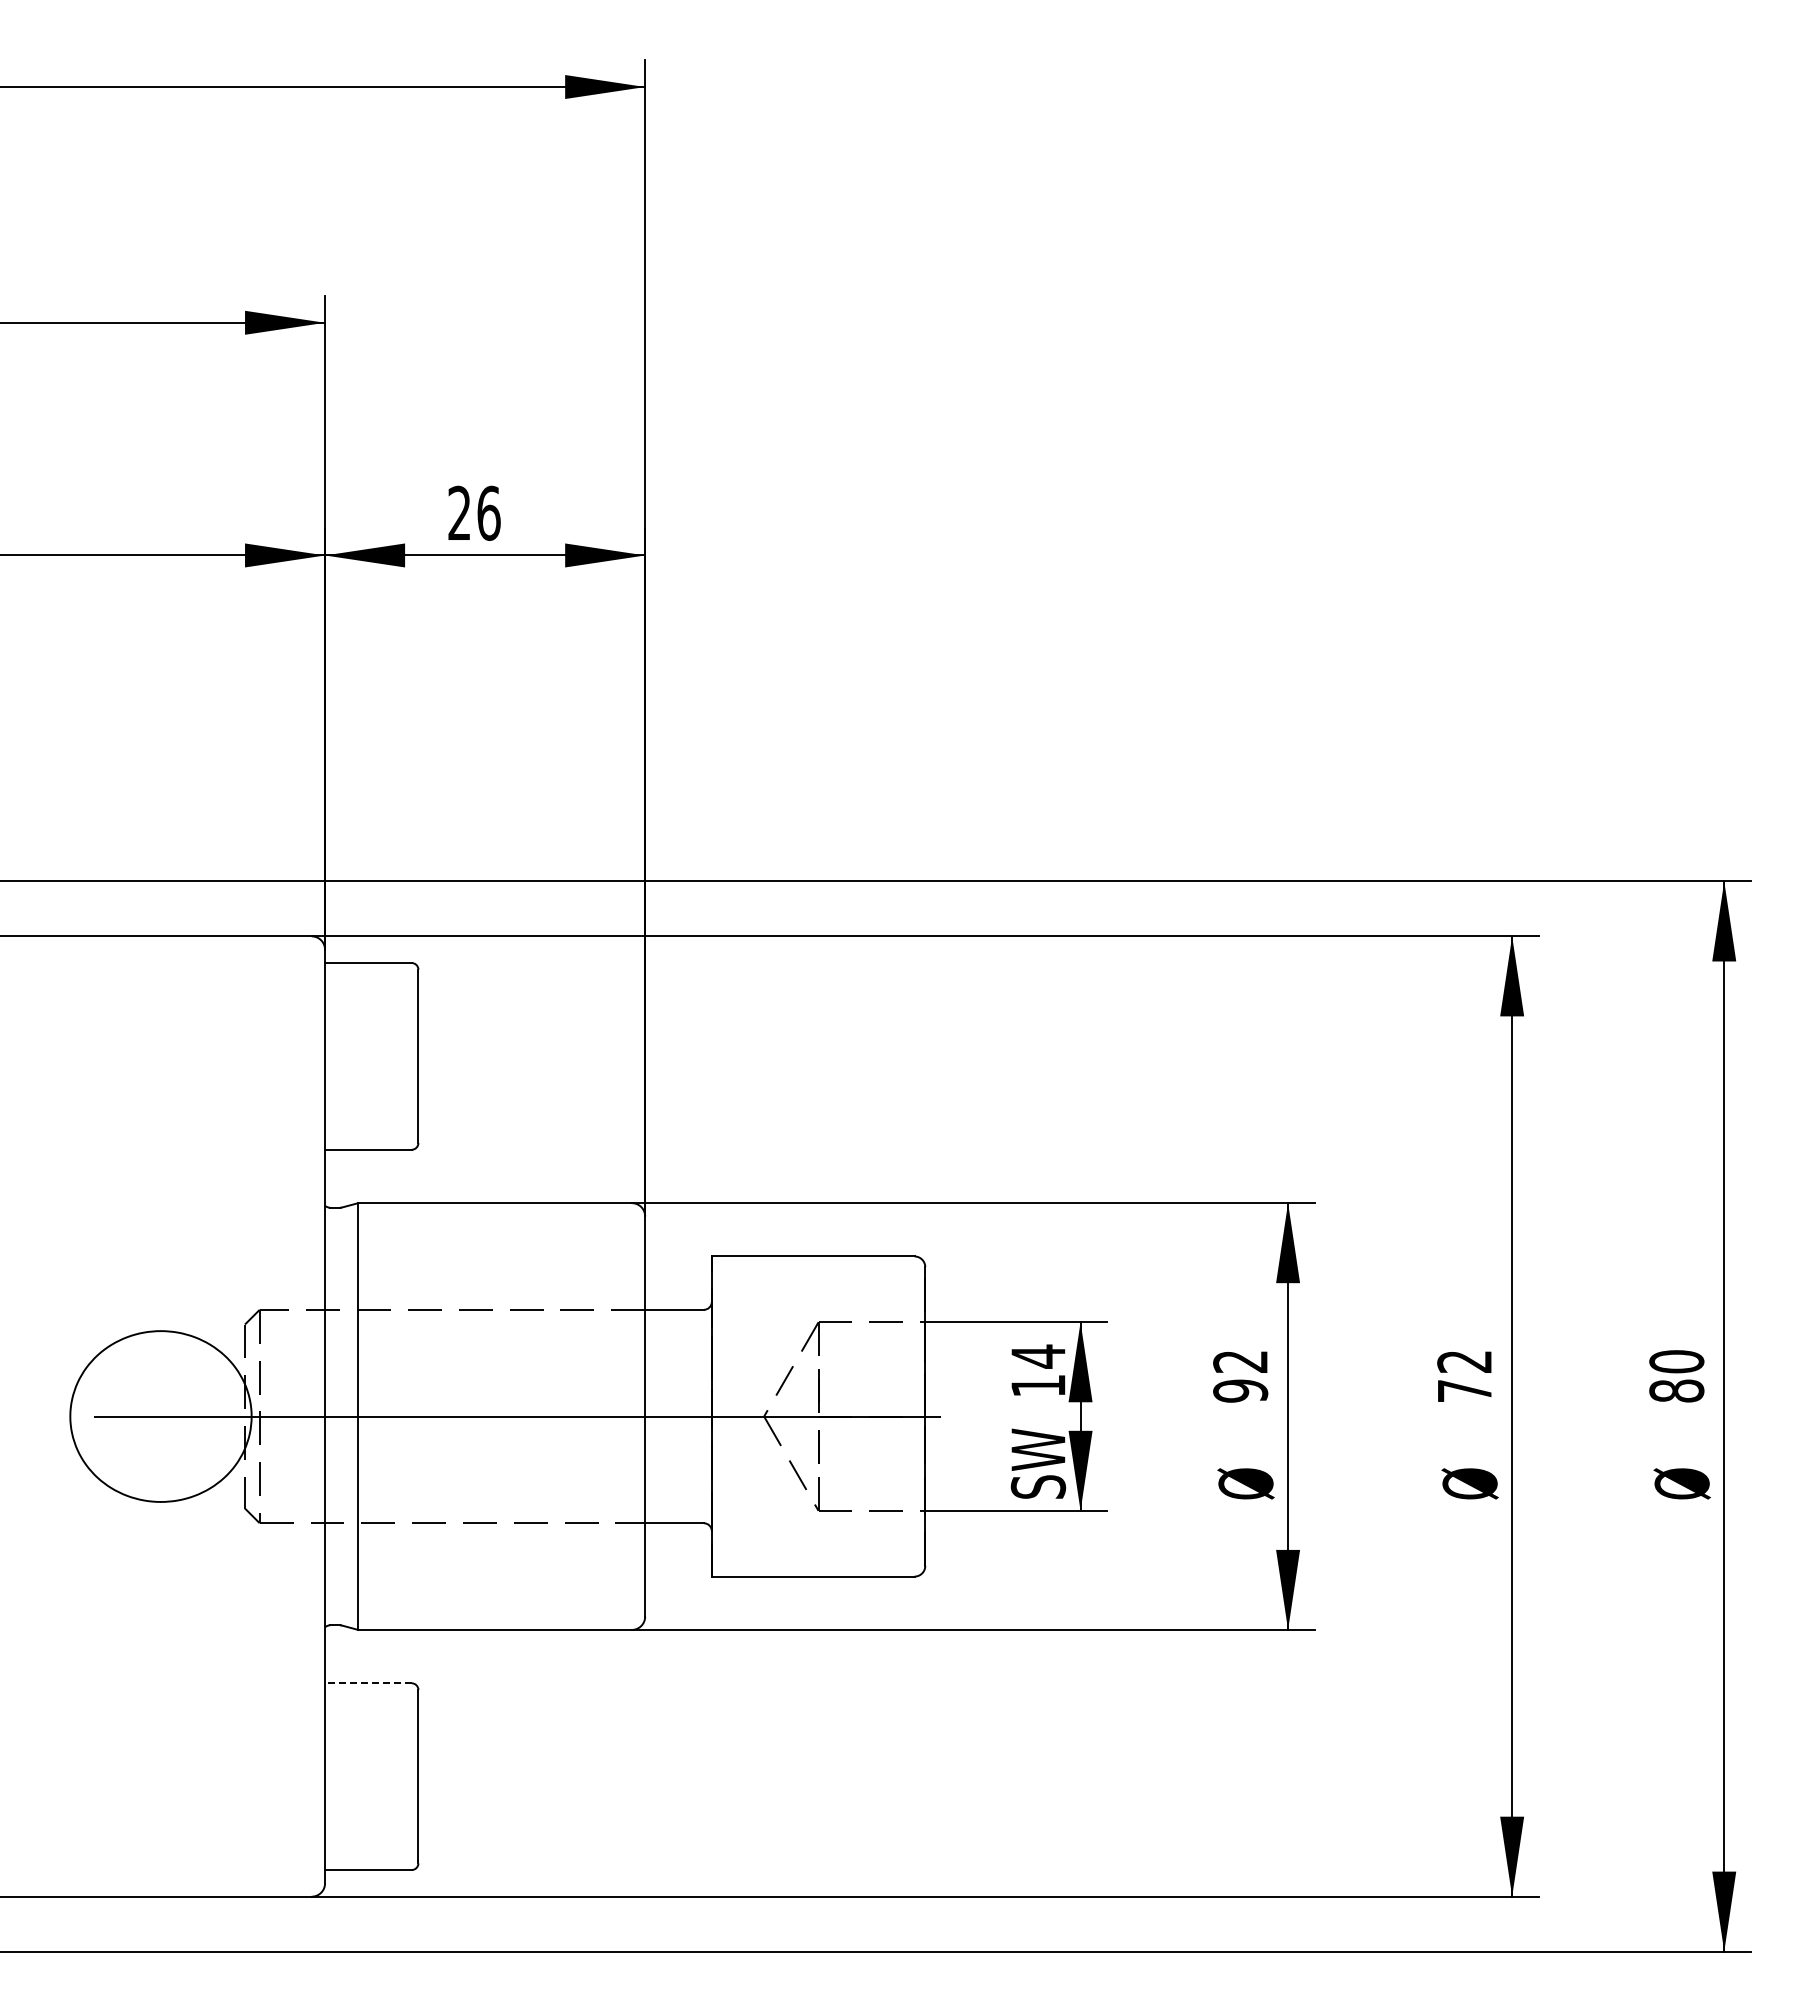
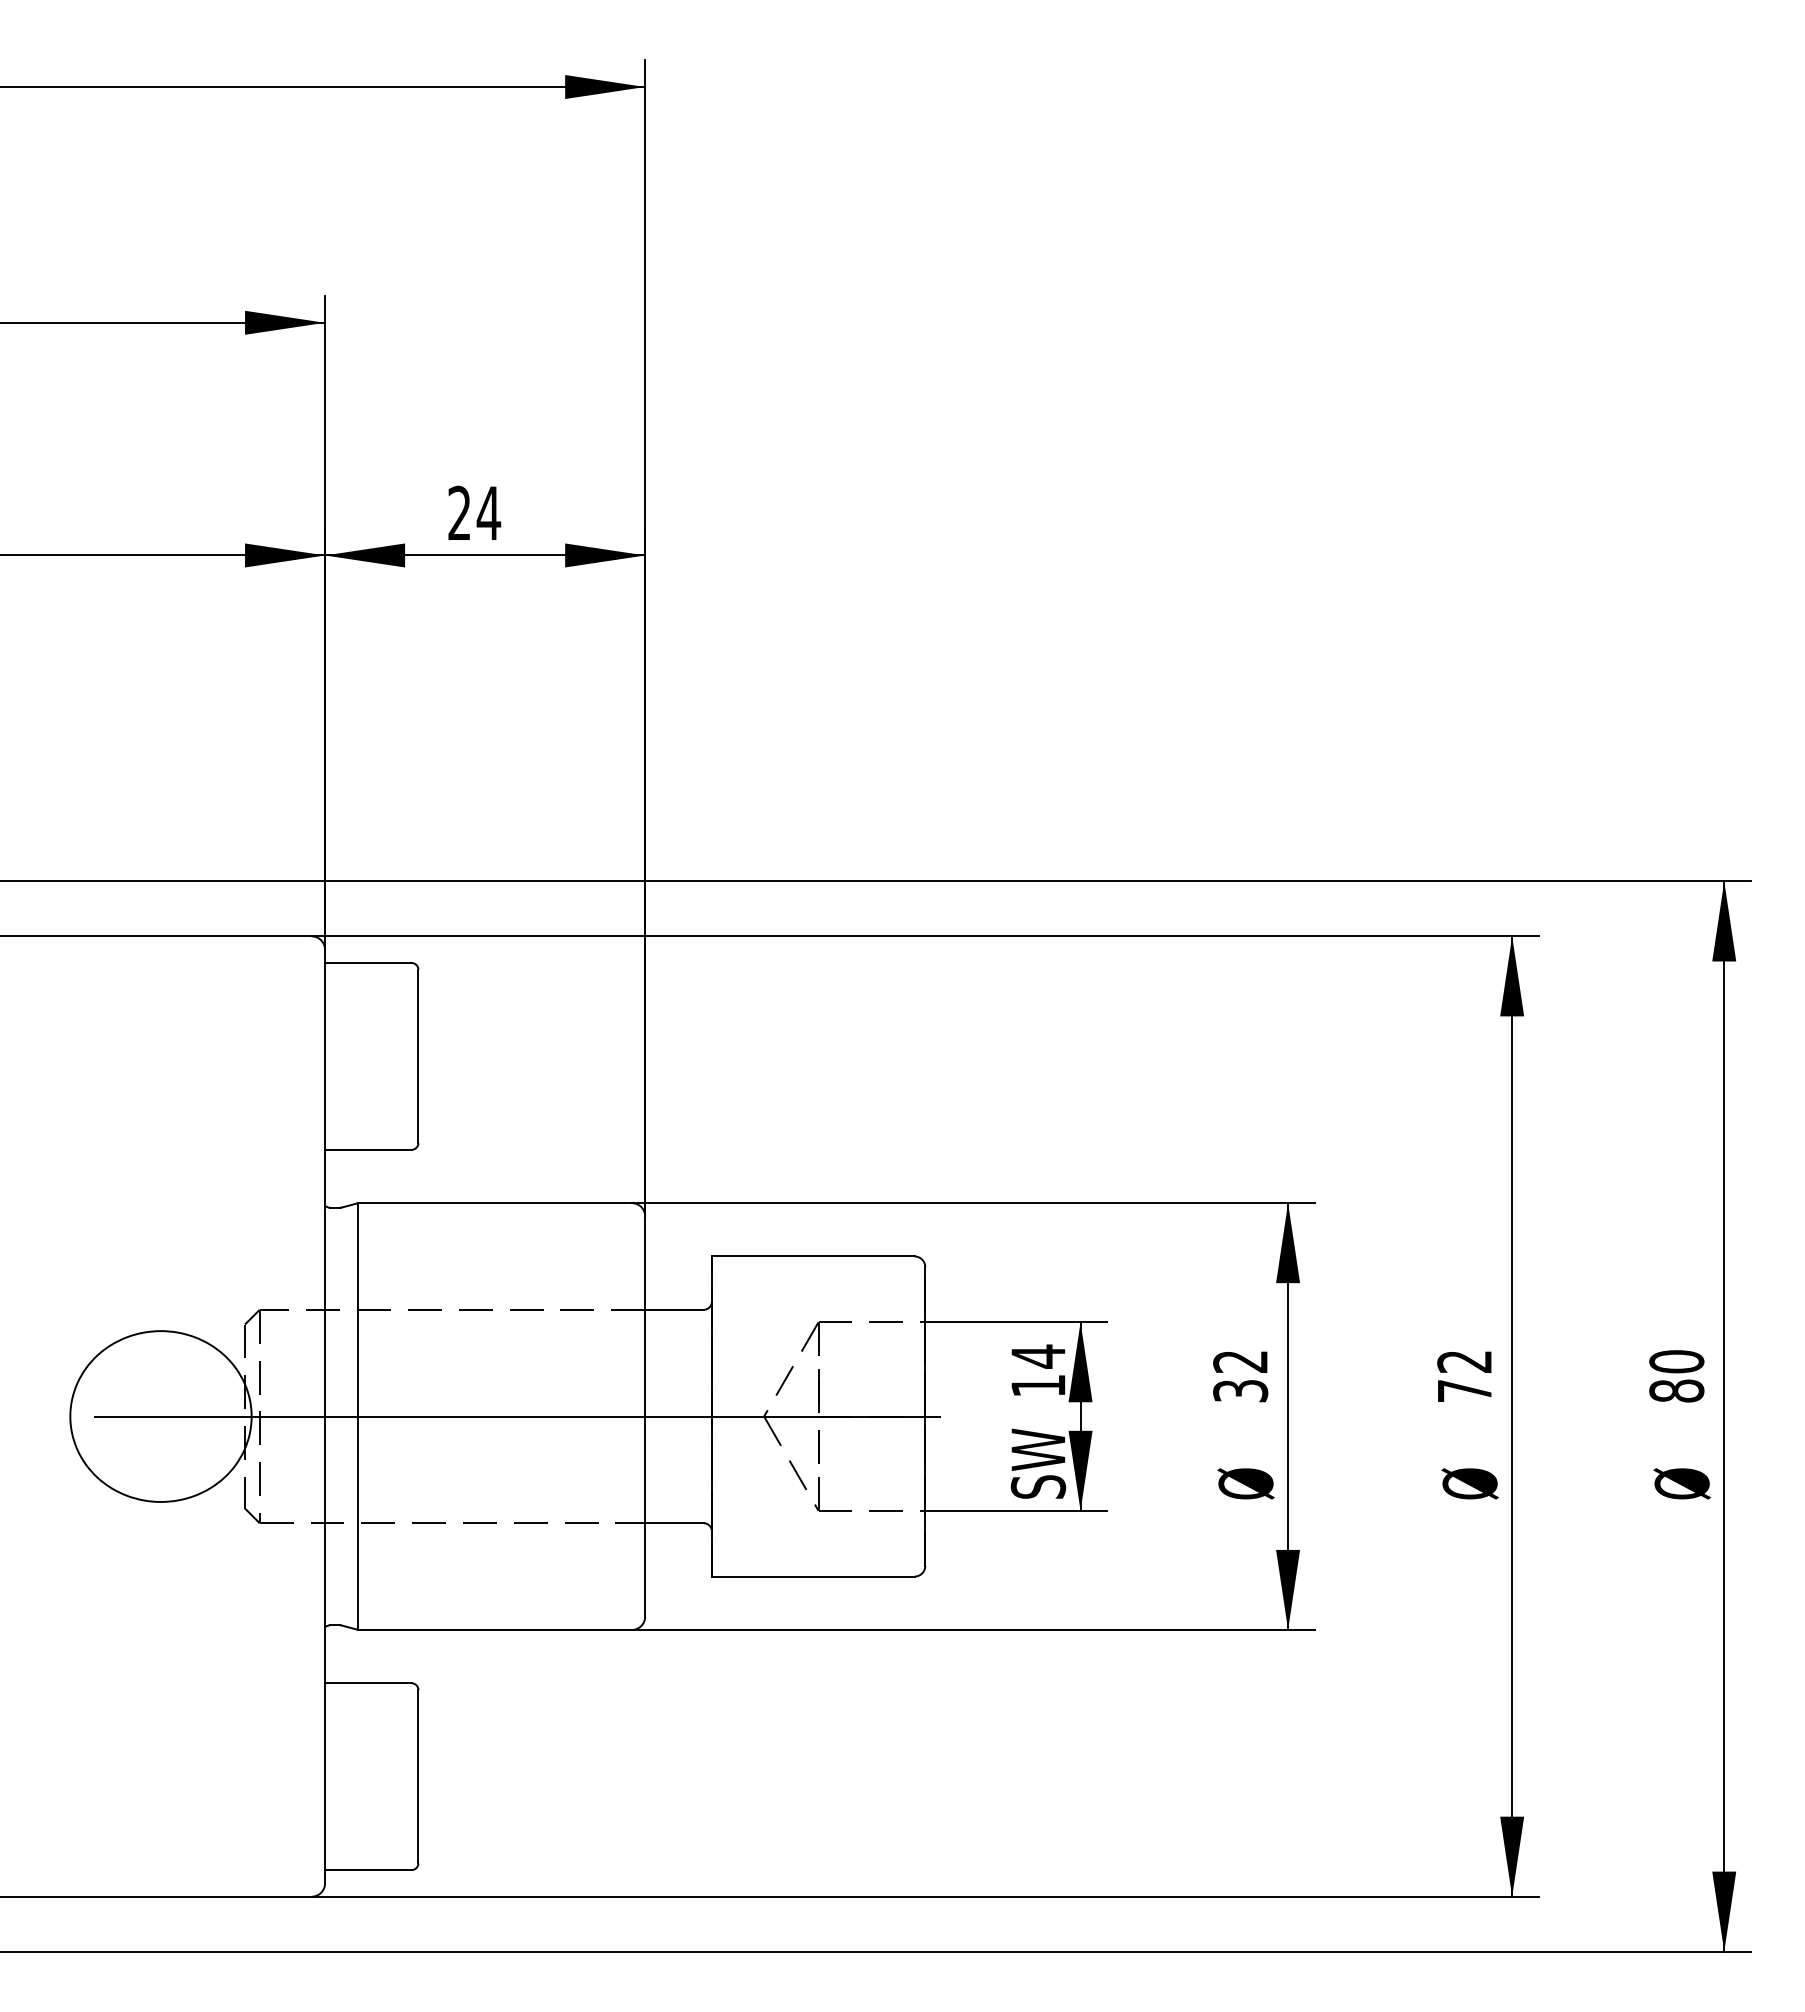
text at (488, 512): 26 -> 24
text at (1240, 1390): 92 -> 32
line at (367, 1683): dashed -> solid
